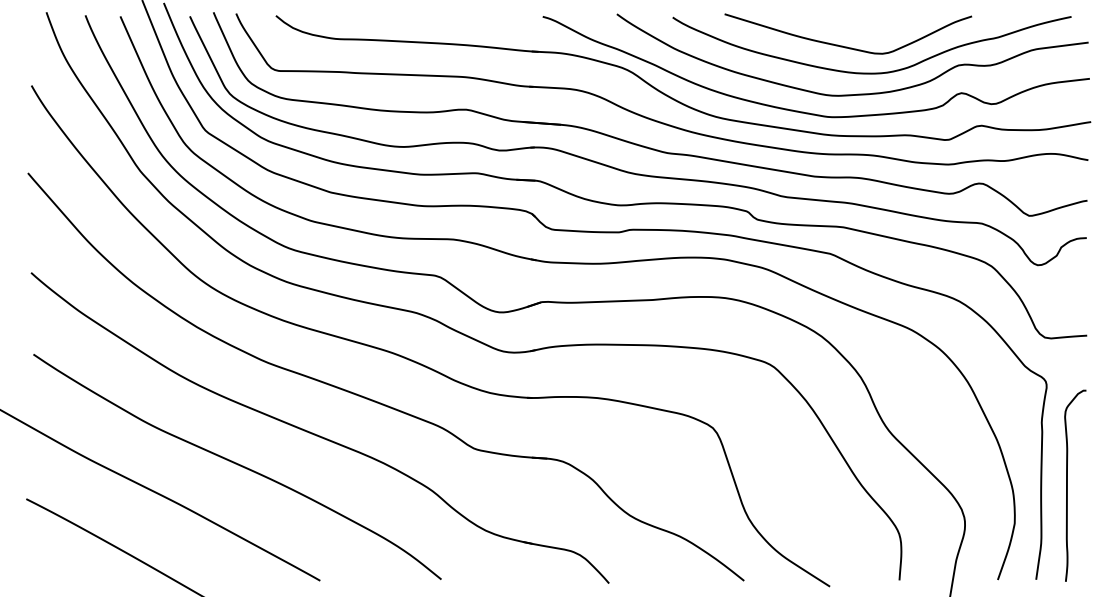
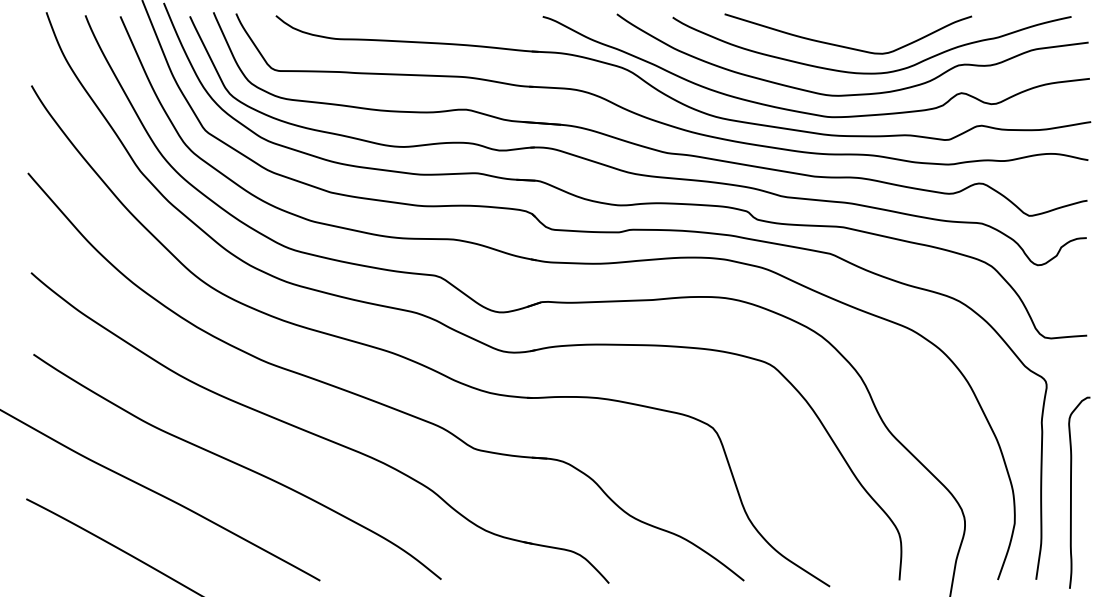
curve at (1067, 485) position: (1067, 485) -> (1071, 492)
